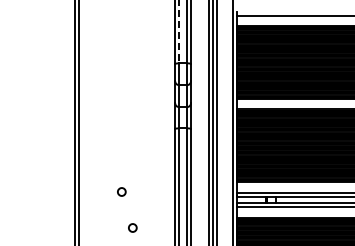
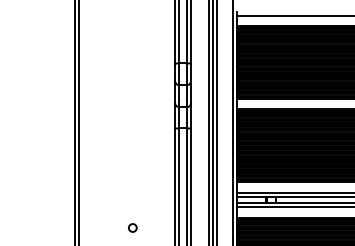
line at (179, 32): dashed -> solid
circle at (121, 191): present -> none
